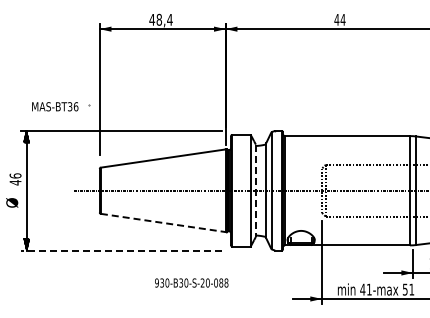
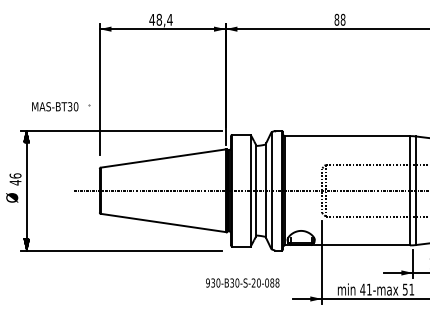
text at (339, 19): 44 -> 88
text at (76, 106): MAS-BT36 -> MAS-BT30
line at (255, 191): dashed -> solid
text at (12, 202) position: (12, 202) -> (12, 197)
line at (163, 223): dashed -> solid
line at (121, 250): dashed -> solid
text at (191, 282) position: (191, 282) -> (242, 282)
